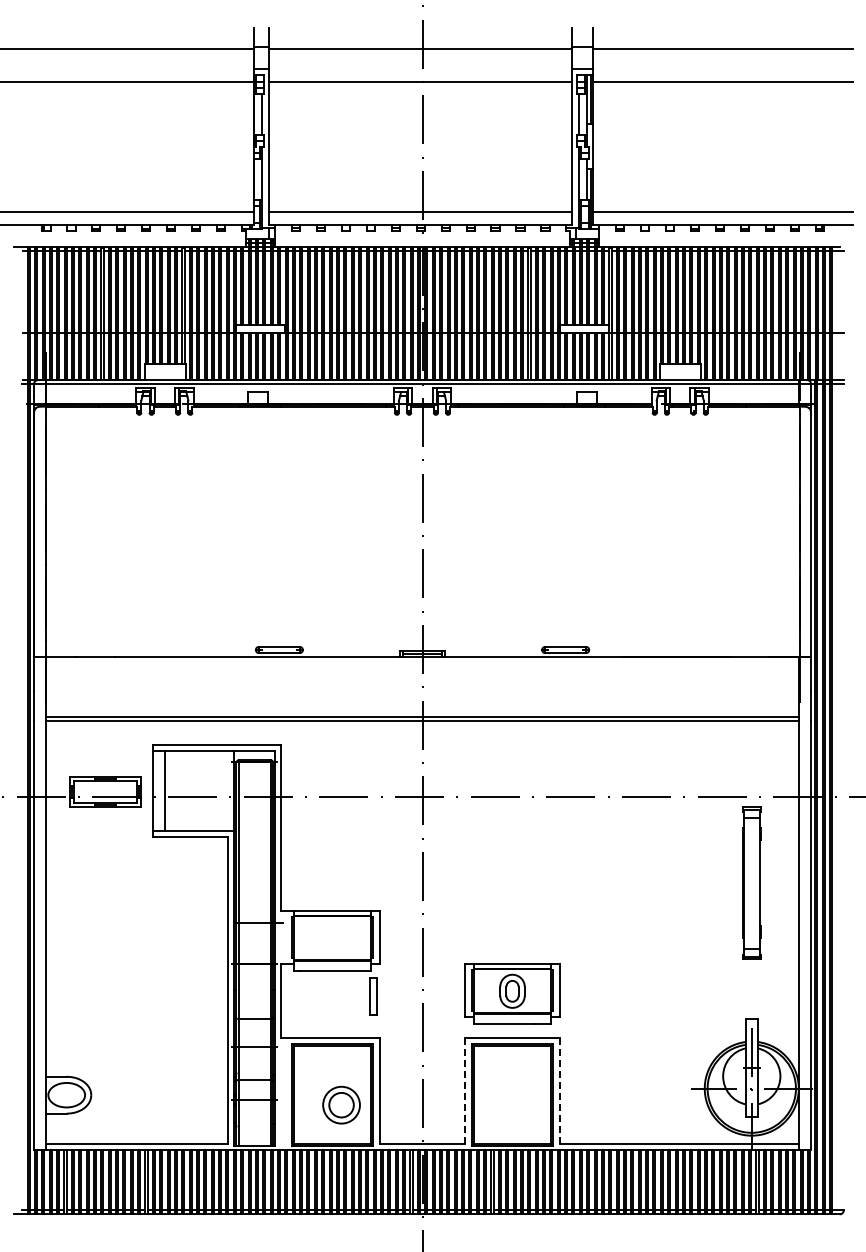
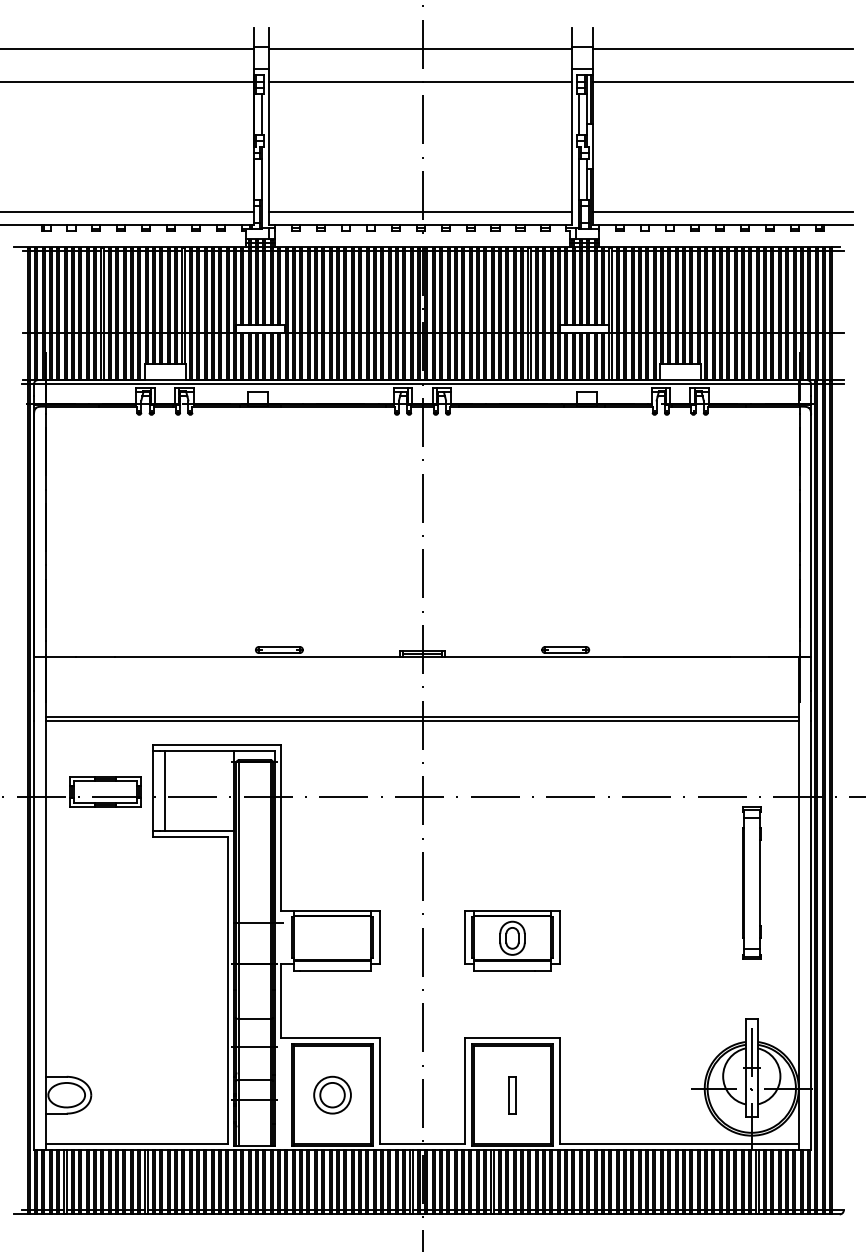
part at (512, 993) position: (512, 993) -> (512, 940)
part at (373, 996) position: (373, 996) -> (512, 1095)
line at (465, 1091): dashed -> solid
line at (559, 1091): dashed -> solid
part at (341, 1104) position: (341, 1104) -> (332, 1094)
